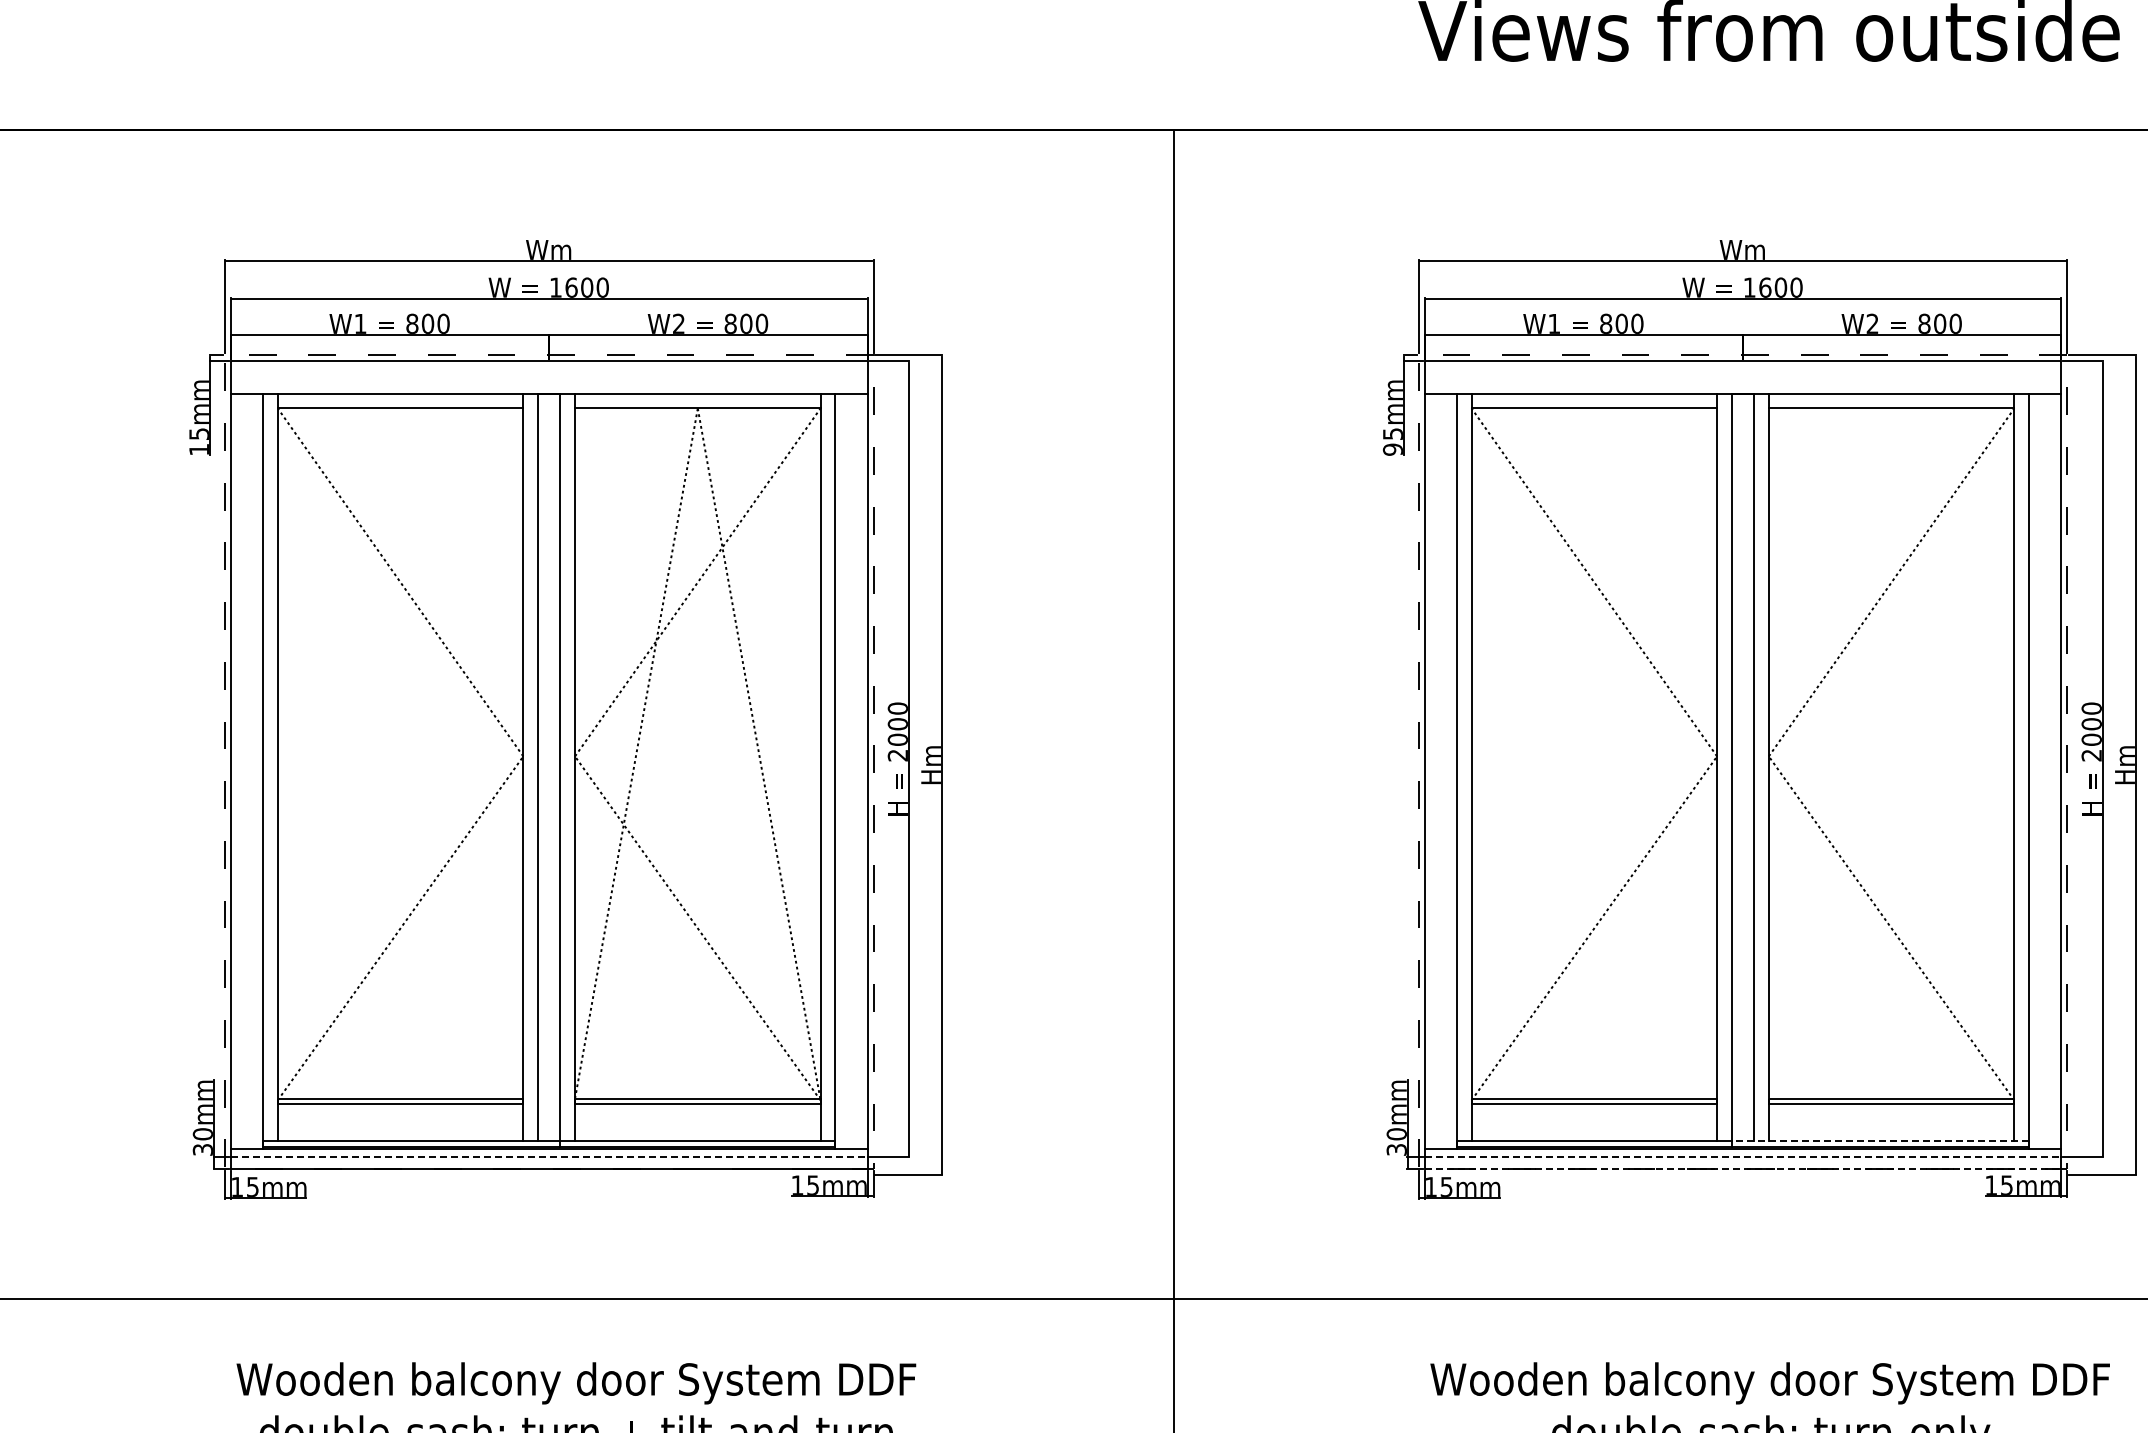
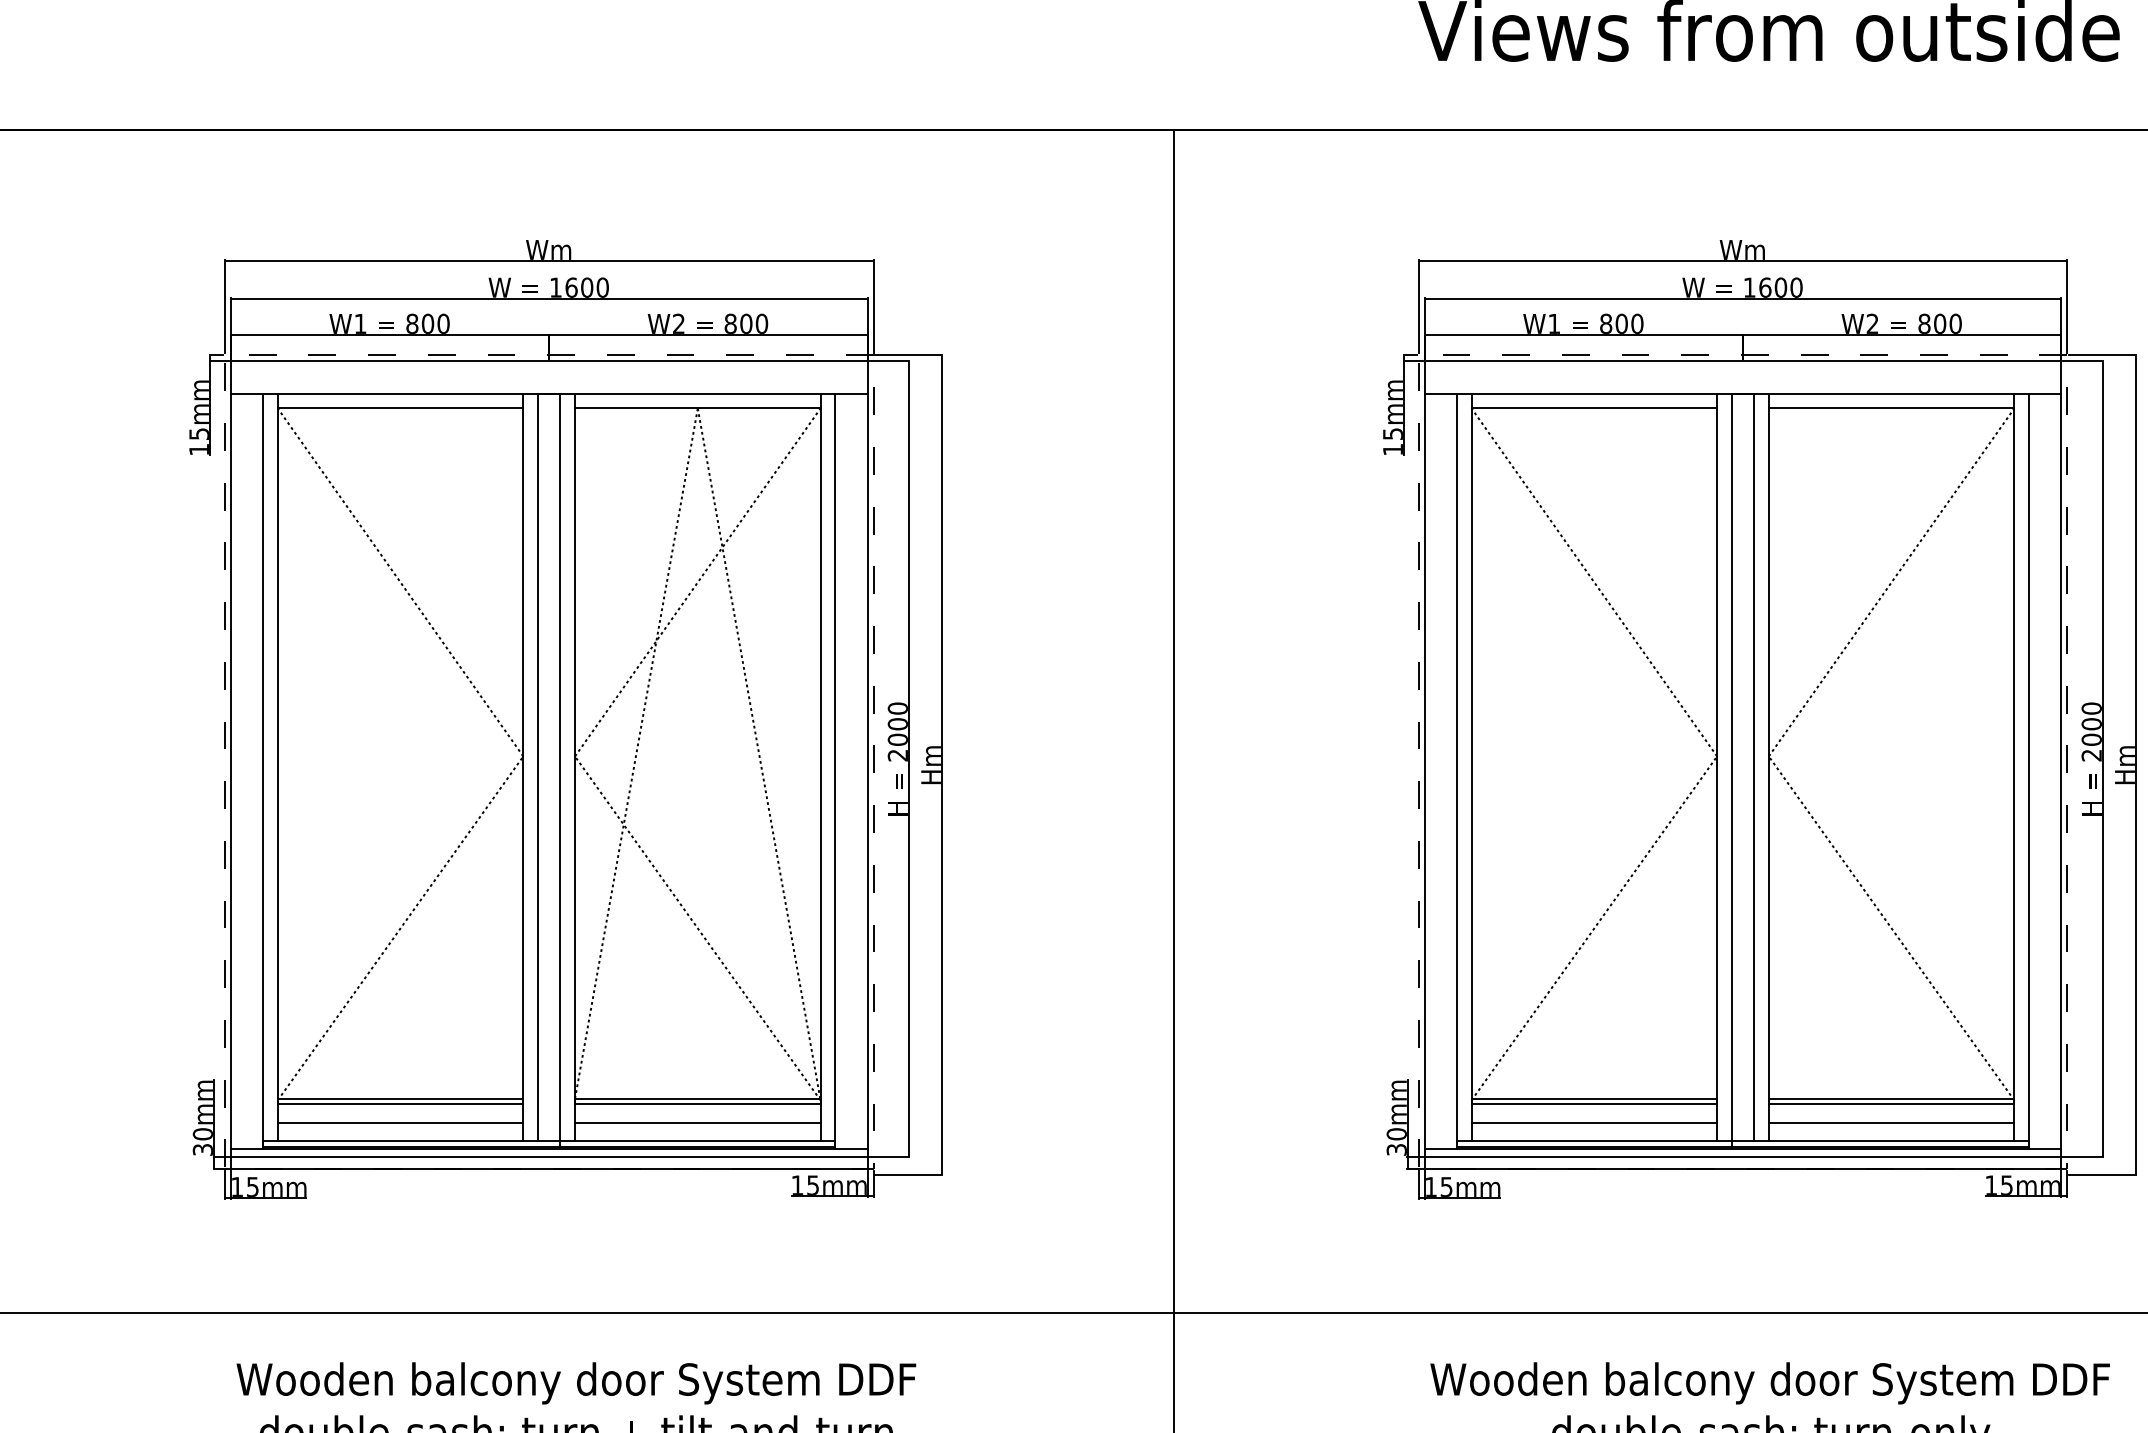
text at (1392, 449): 95mm -> 15mm
line at (400, 1122): none -> present
line at (697, 1122): none -> present
line at (1594, 1122): none -> present
line at (1891, 1122): none -> present
line at (1880, 1140): dashed -> solid
line at (549, 1157): dashed -> solid
line at (1743, 1157): dashed -> solid
line at (1743, 1169): dashed -> solid
line at (1073, 1299) position: (1073, 1299) -> (1073, 1313)
